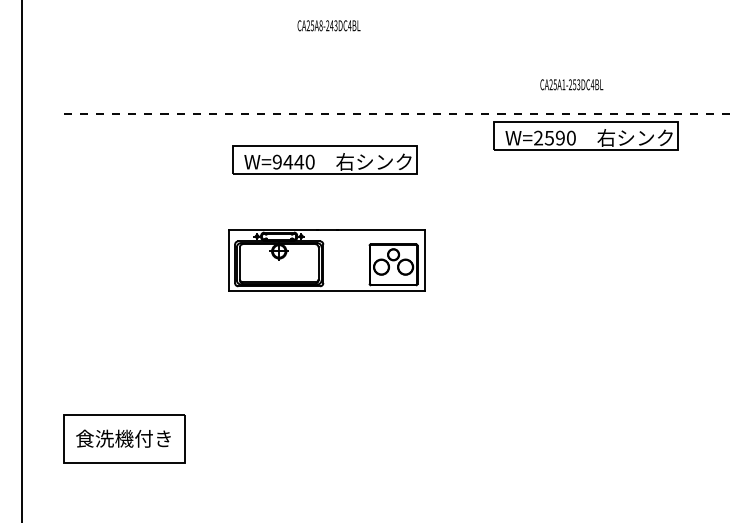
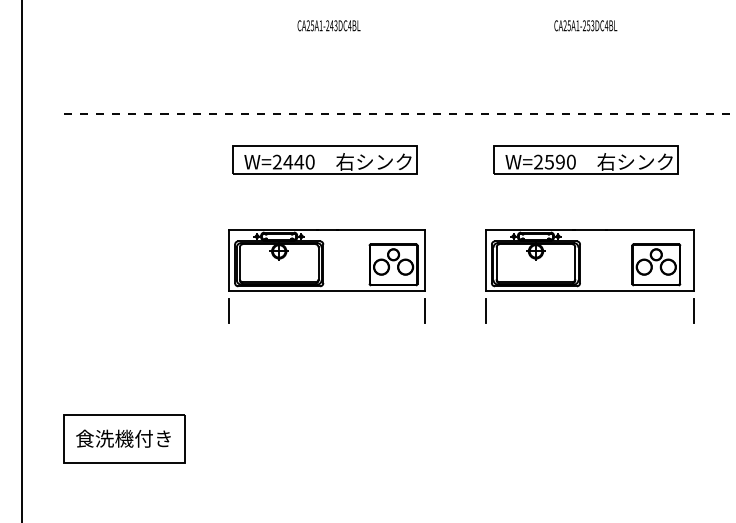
text at (320, 25): CA25A8-243DC4BL -> CA25A1-243DC4BL
text at (571, 84) position: (571, 84) -> (585, 25)
part at (585, 135) position: (585, 135) -> (585, 159)
text at (276, 162): W=9440 -> W=2440
part at (589, 276): none -> present
line at (229, 310): none -> present
line at (425, 310): none -> present
